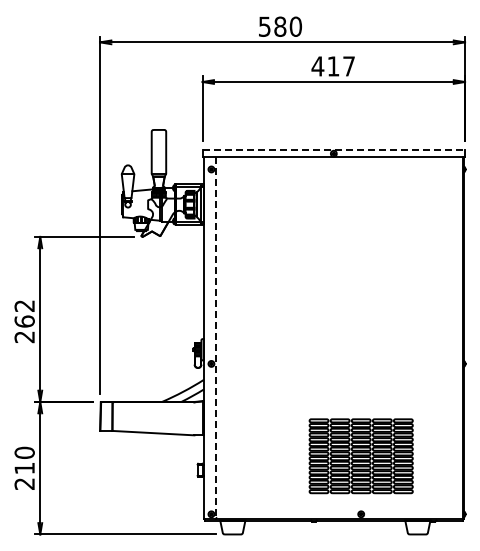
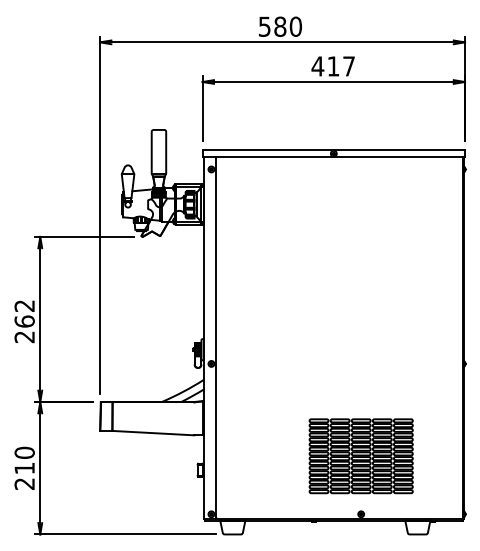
line at (334, 149): dashed -> solid
line at (216, 337): dashed -> solid
